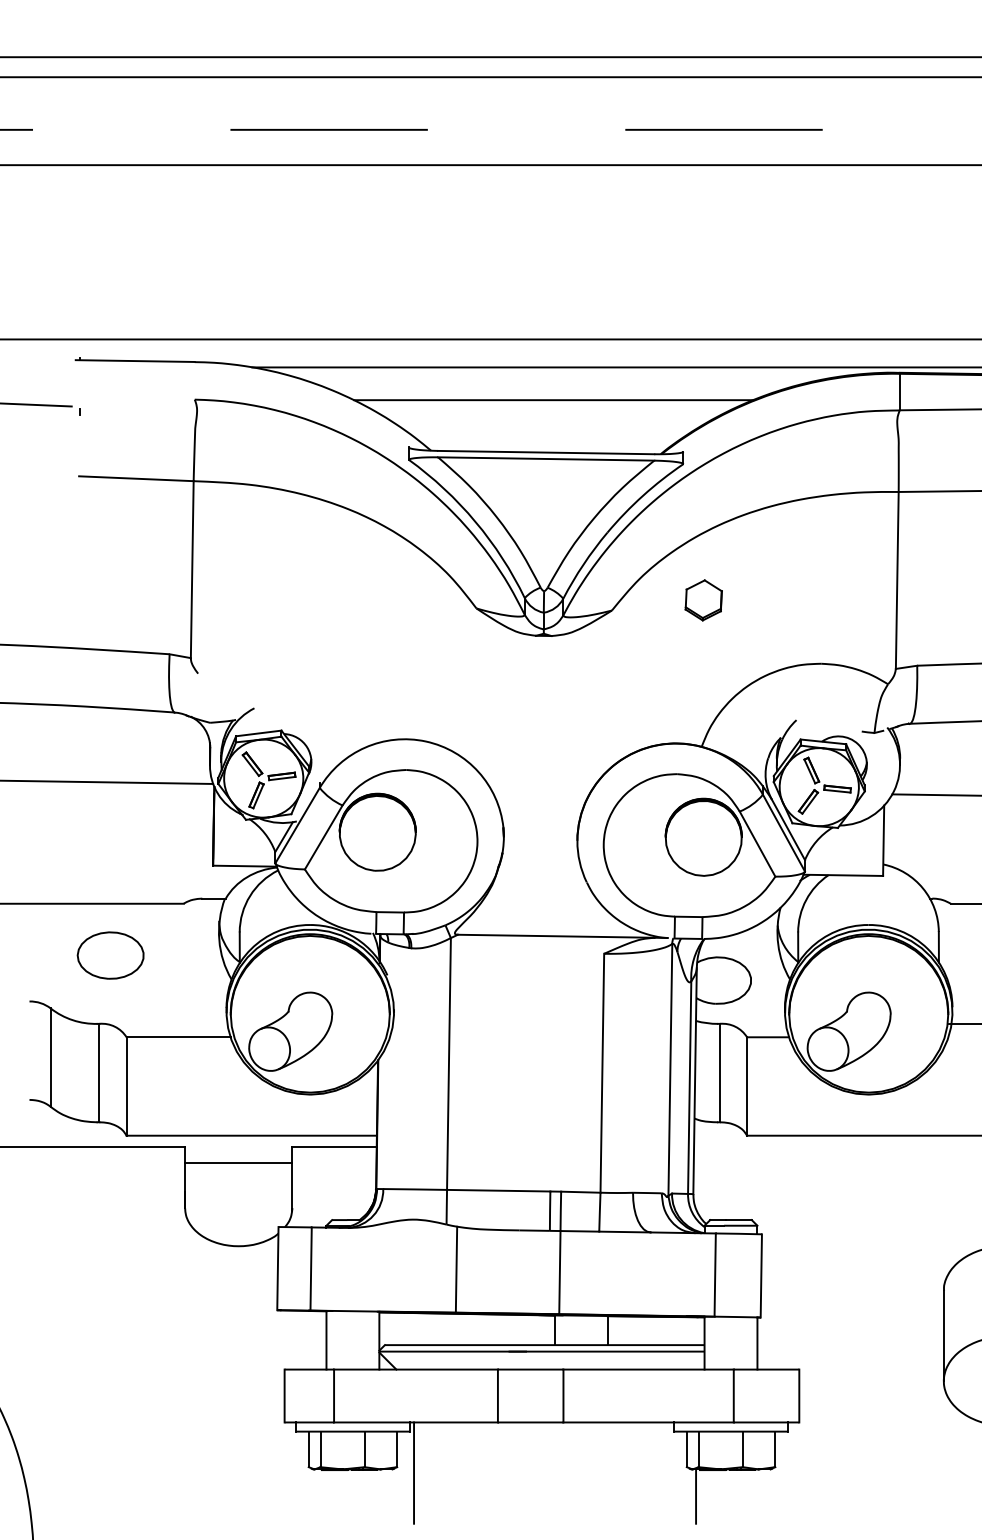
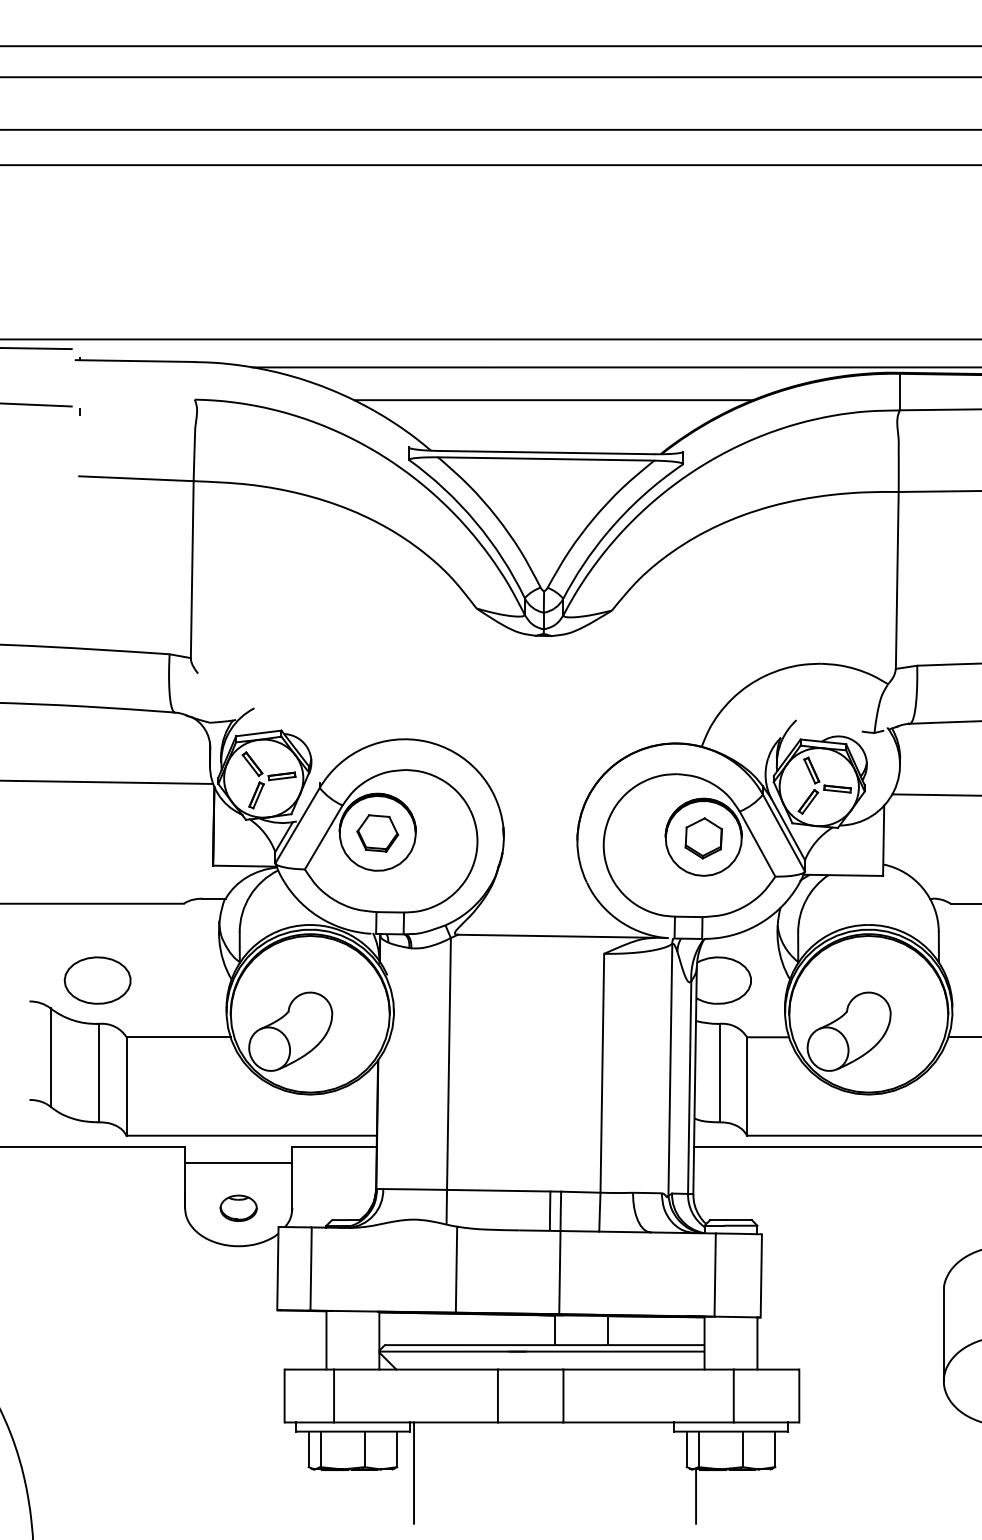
line at (490, 57) position: (490, 57) -> (490, 46)
line at (490, 129): dashed -> solid
line at (36, 348): none -> present
part at (703, 600) position: (703, 600) -> (703, 838)
part at (377, 833): none -> present
part at (110, 955) position: (110, 955) -> (97, 980)
line at (963, 1024) position: (963, 1024) -> (963, 1037)
line at (836, 1146): none -> present
part at (238, 1207): none -> present
